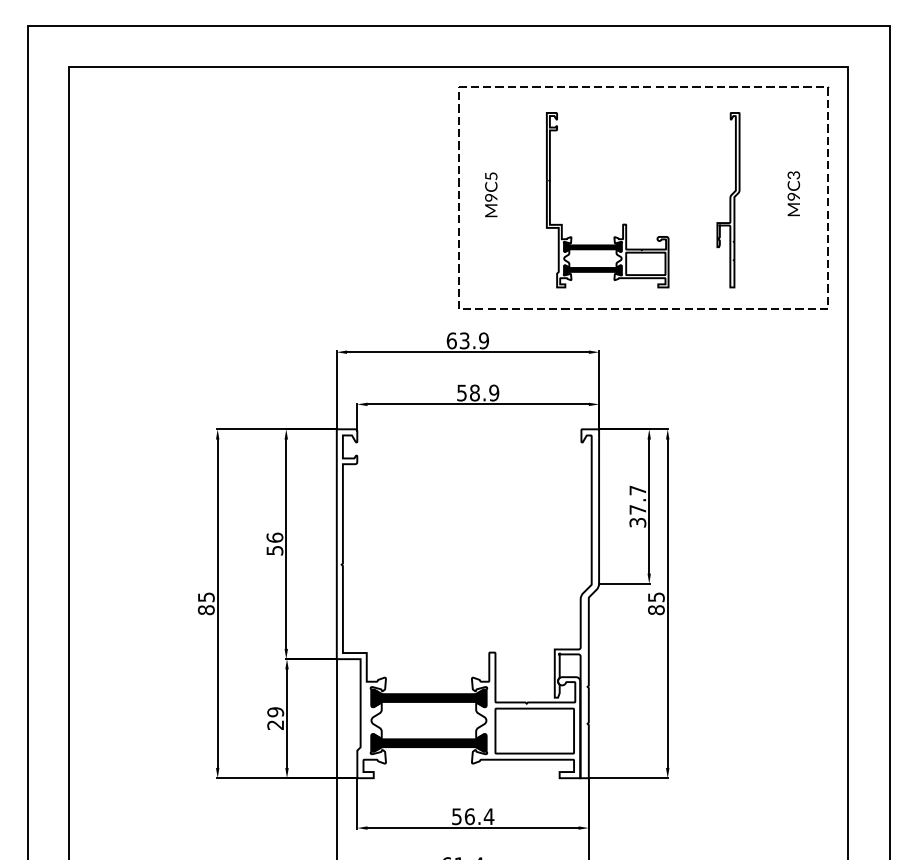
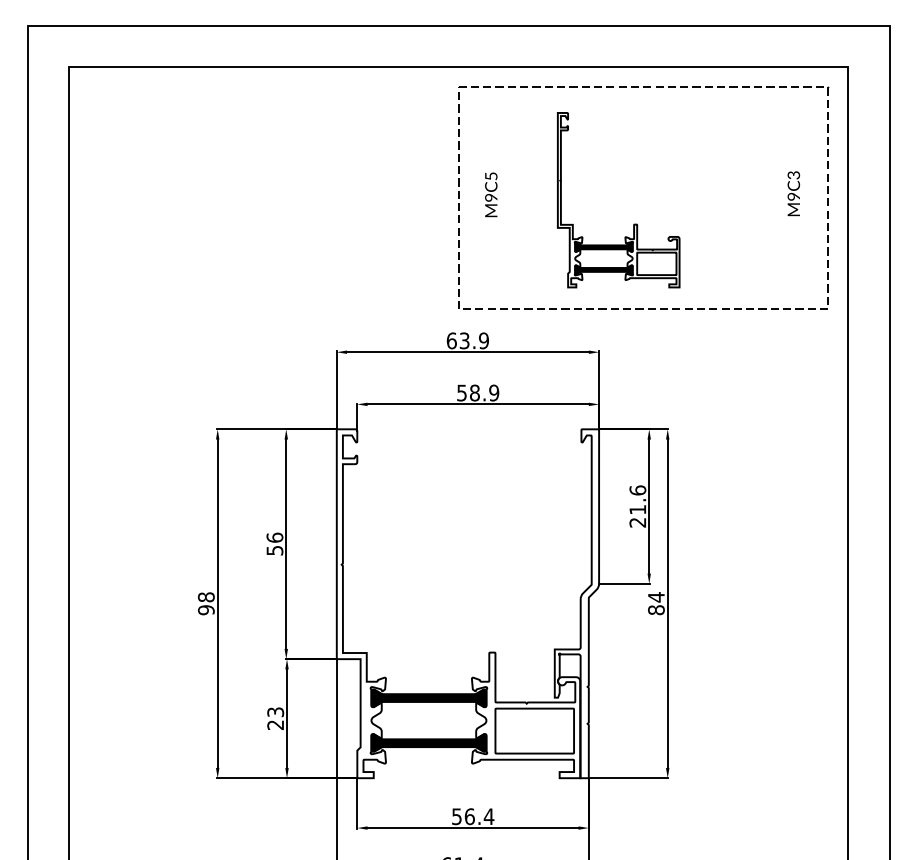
part at (728, 200): present -> none
part at (623, 223) position: (623, 223) -> (634, 223)
text at (637, 506): 37.7 -> 21.6
text at (656, 597): 85 -> 84
text at (205, 603): 85 -> 98
text at (275, 712): 29 -> 23
